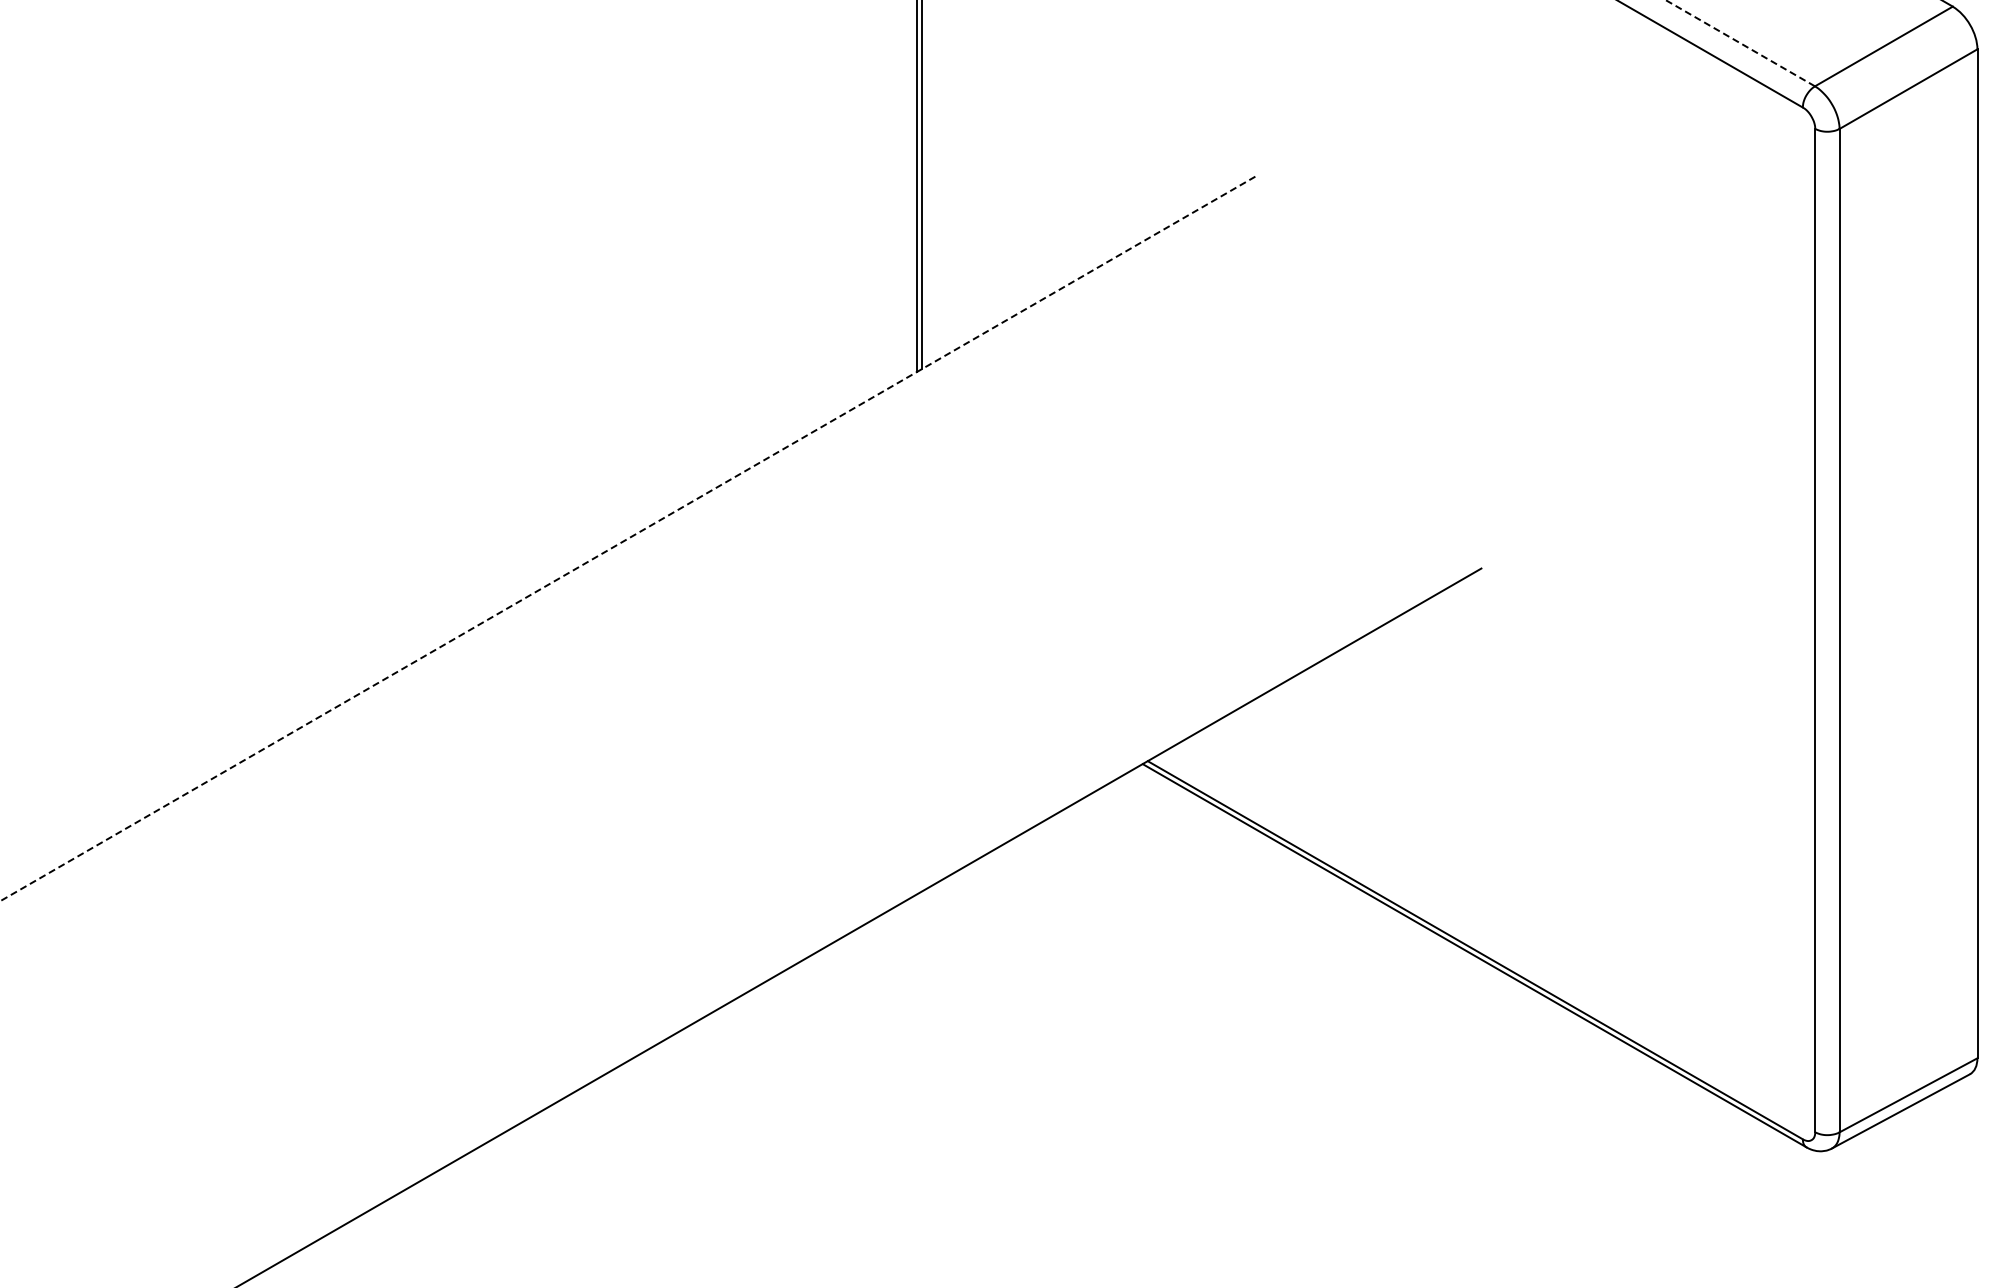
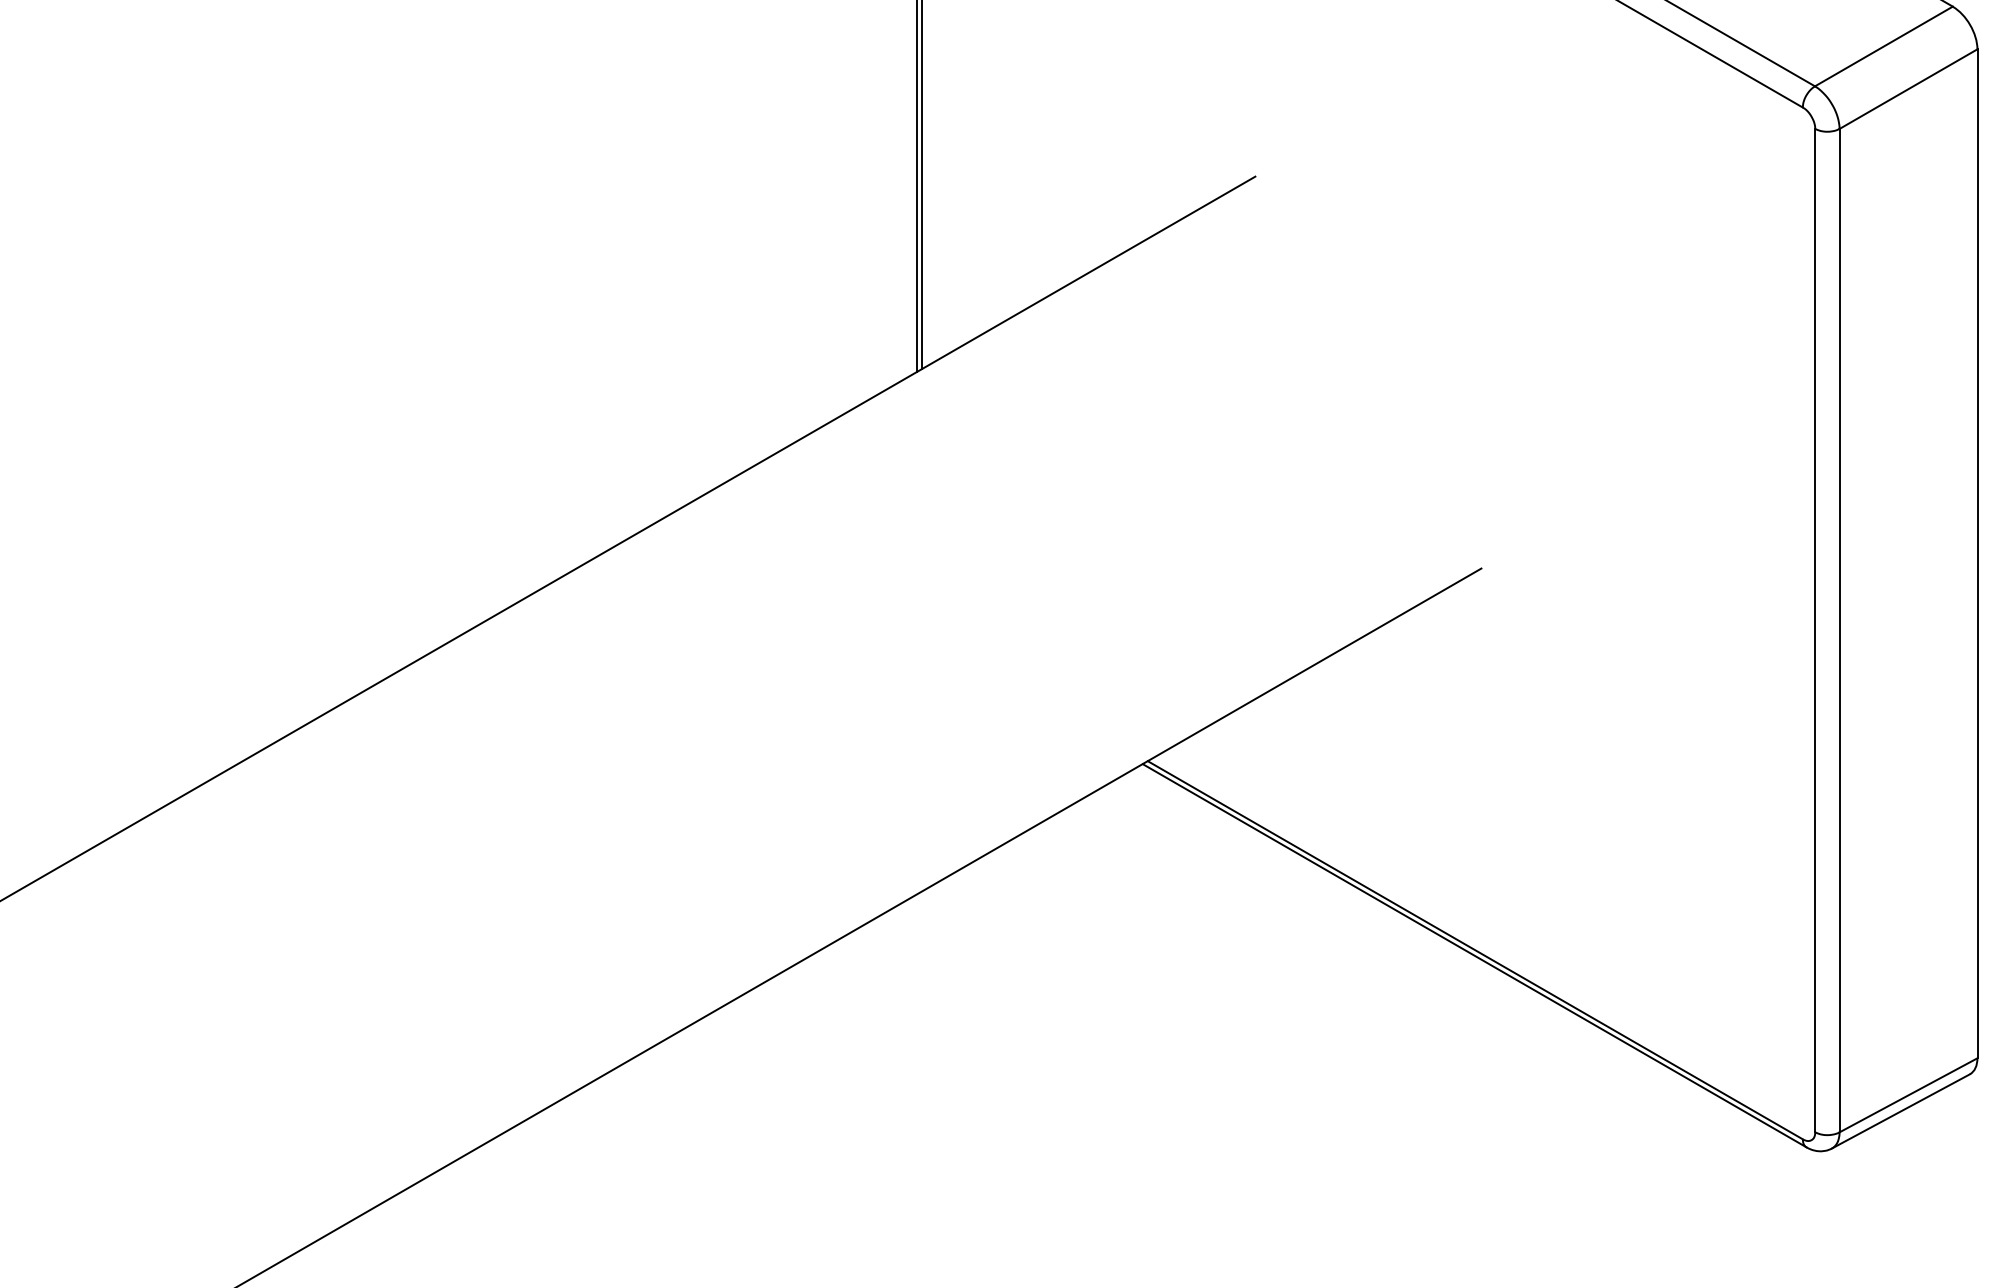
line at (1740, 43): dashed -> solid
line at (627, 539): dashed -> solid
